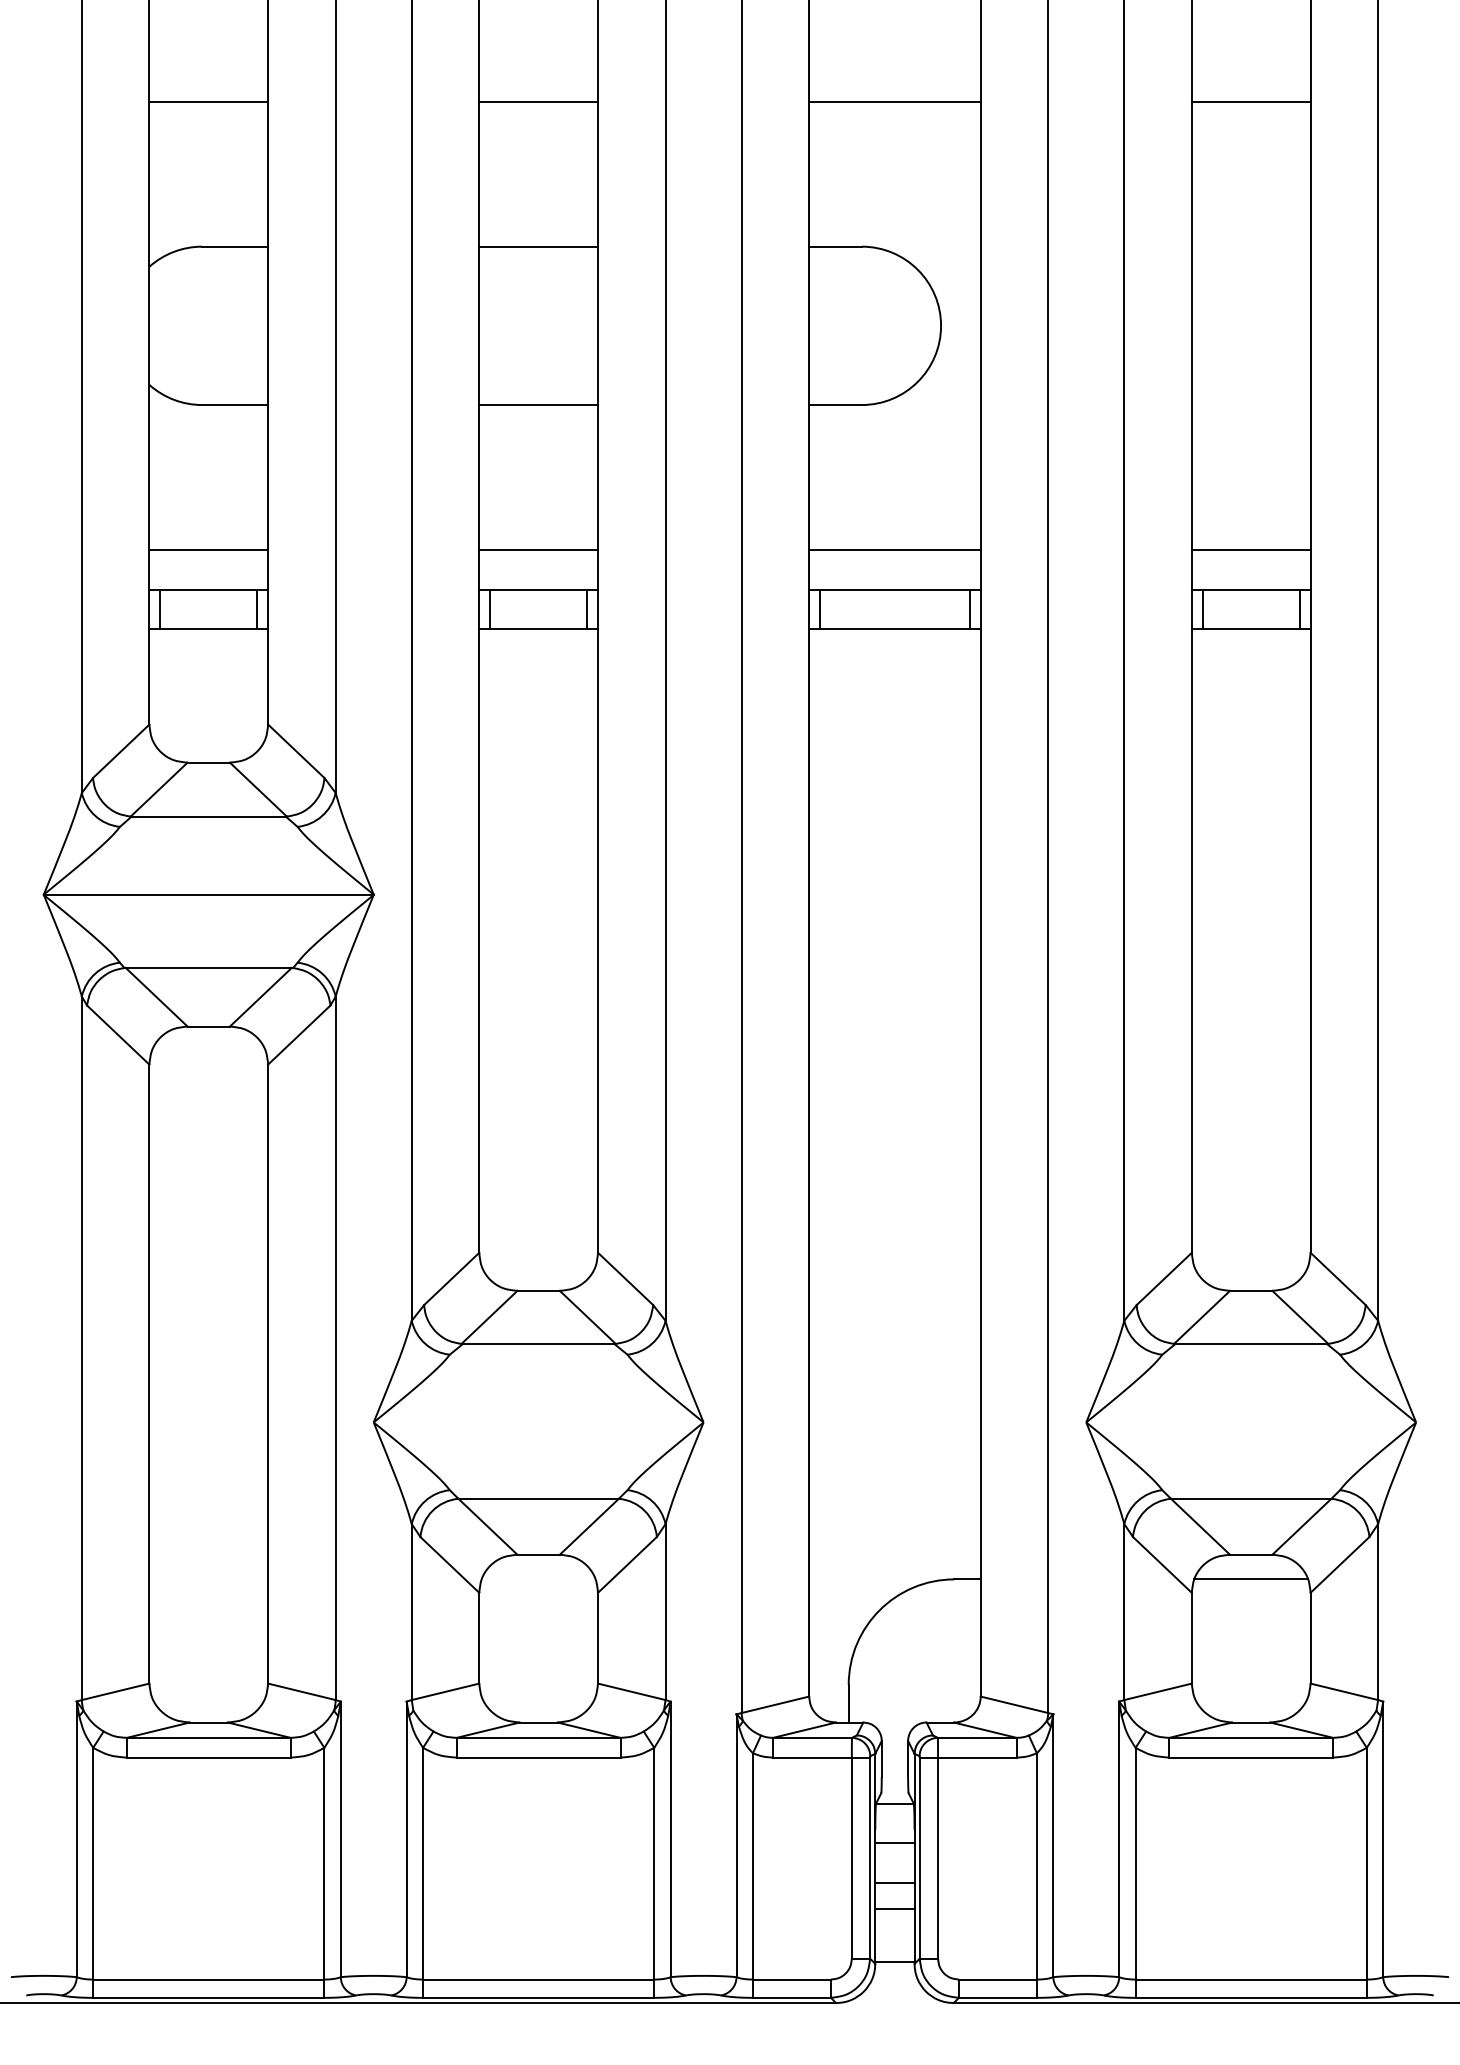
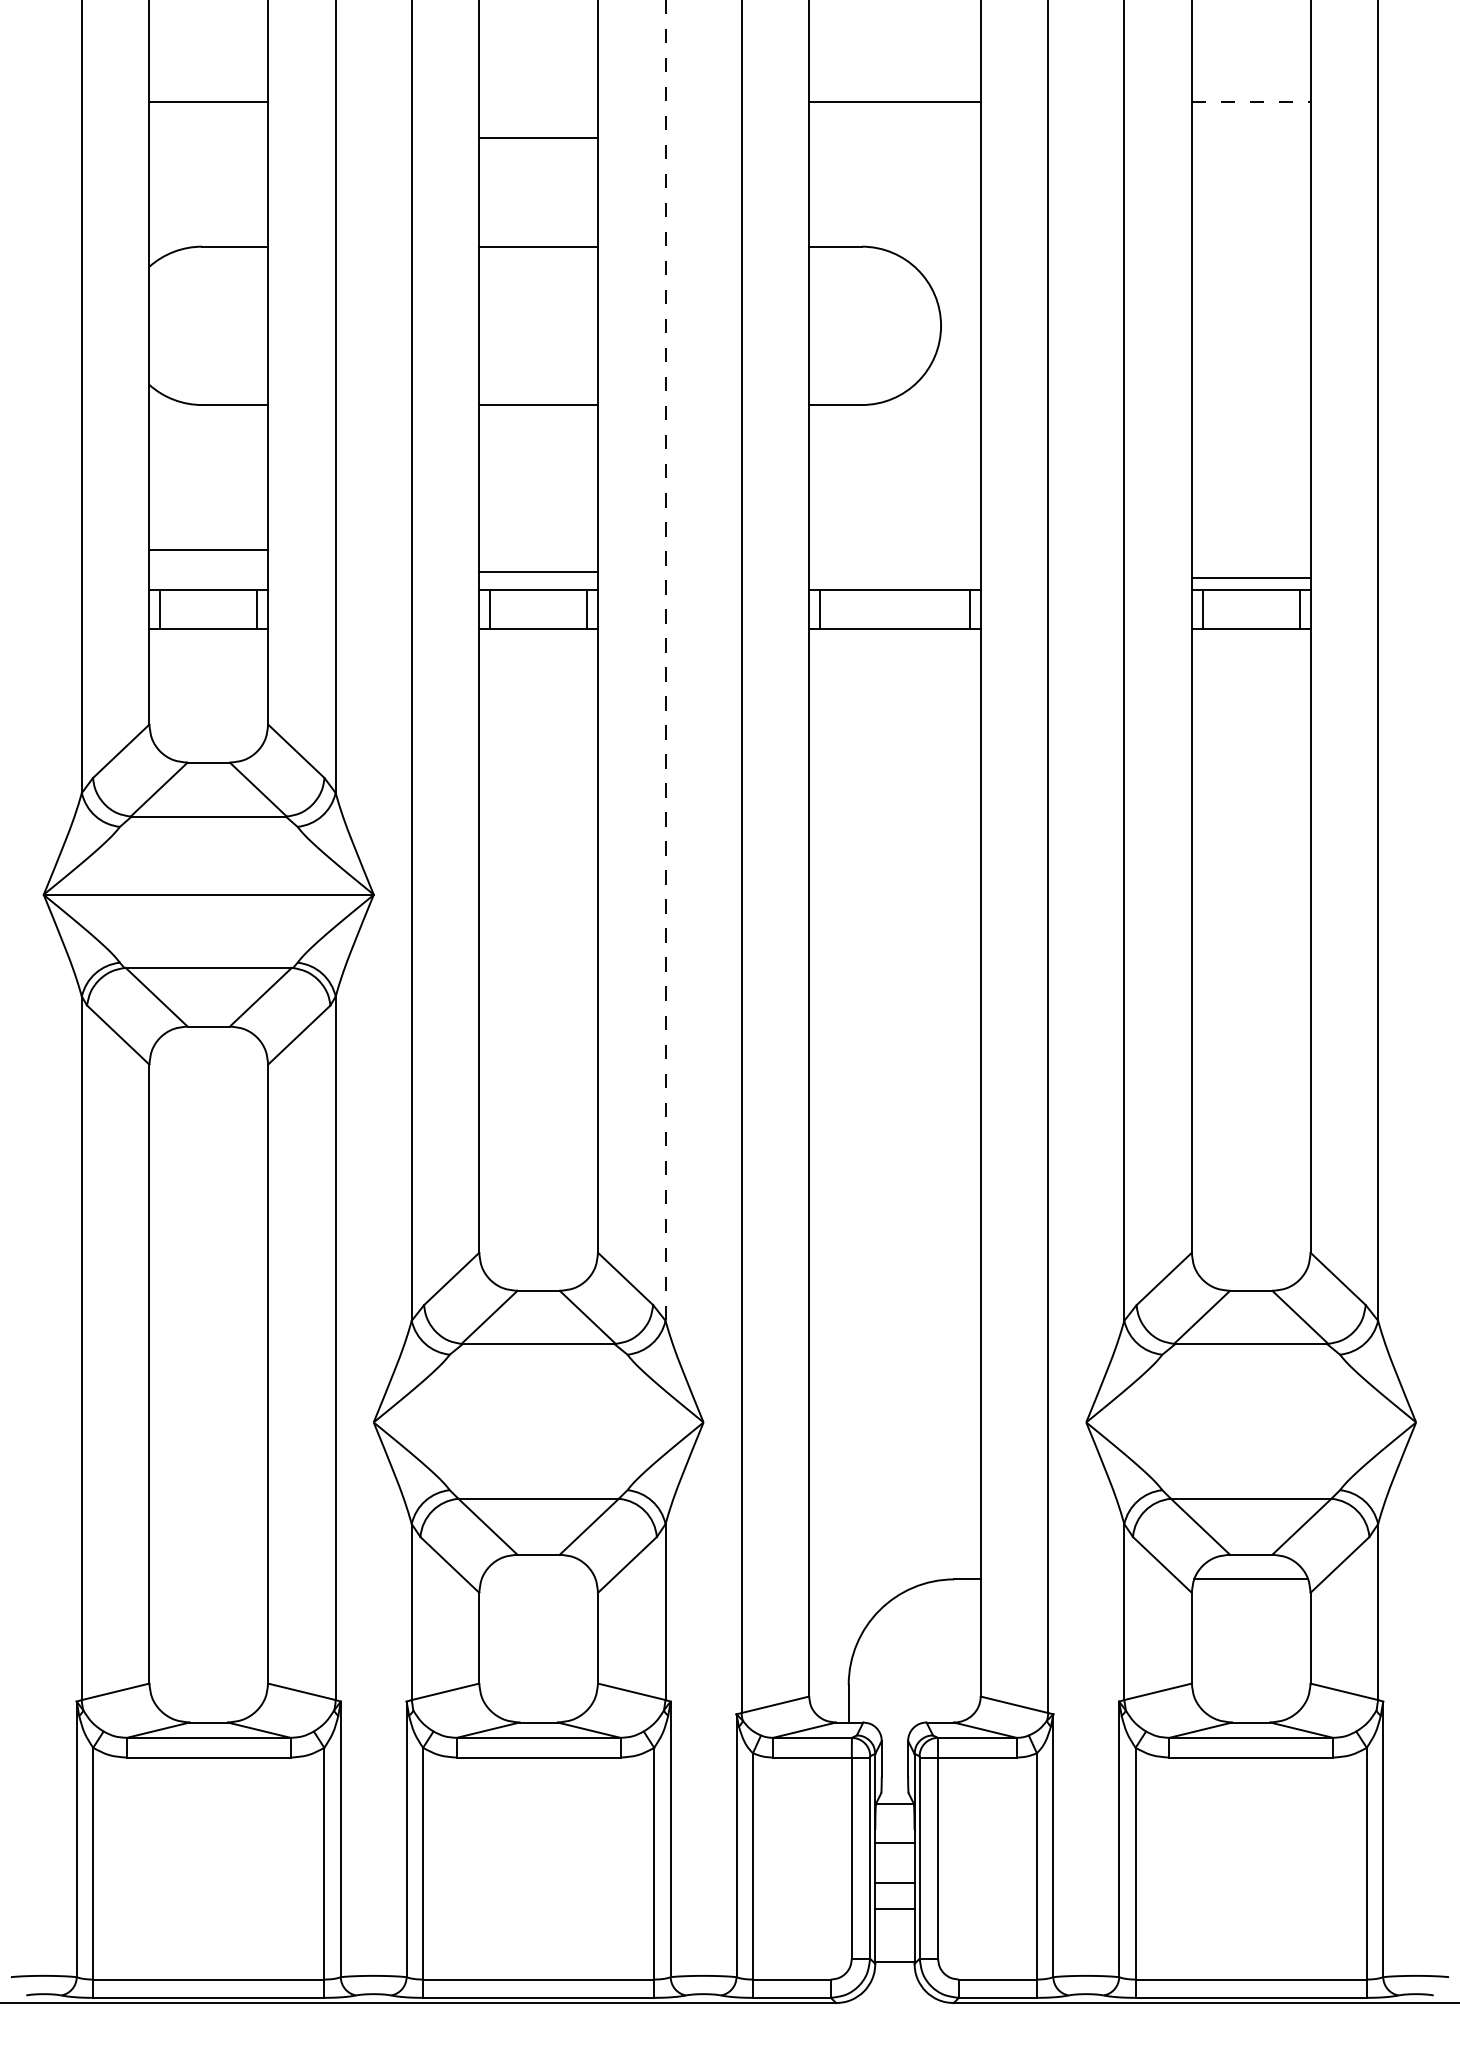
line at (538, 101) position: (538, 101) -> (538, 137)
line at (1251, 101): solid -> dashed
line at (538, 550) position: (538, 550) -> (538, 572)
line at (894, 550): present -> none
line at (1250, 550) position: (1250, 550) -> (1250, 578)
line at (665, 661): solid -> dashed
